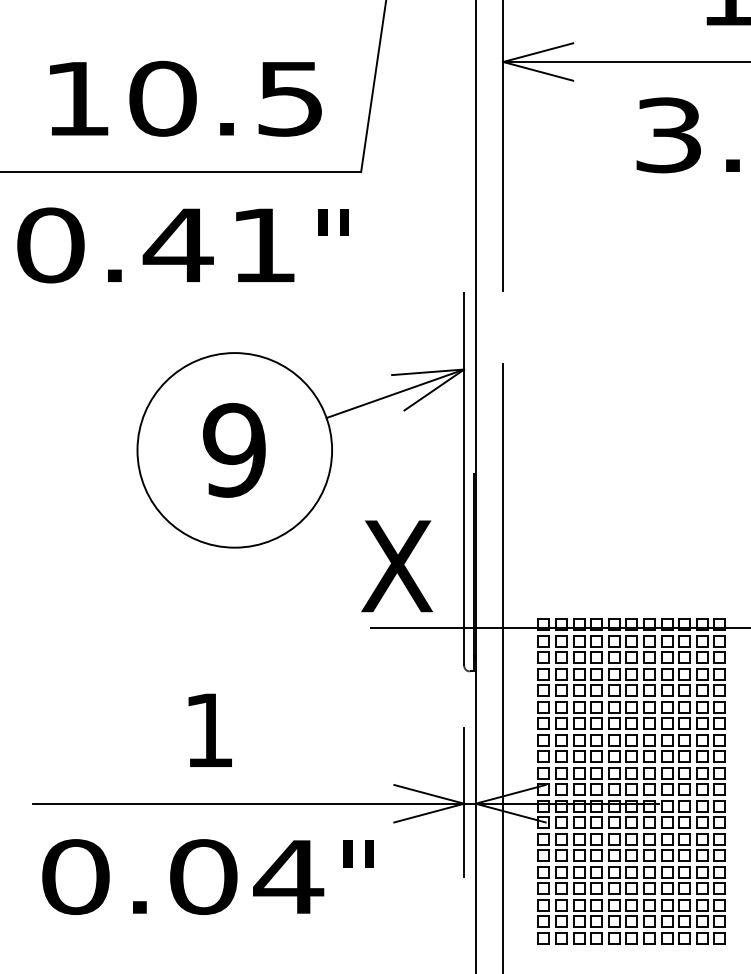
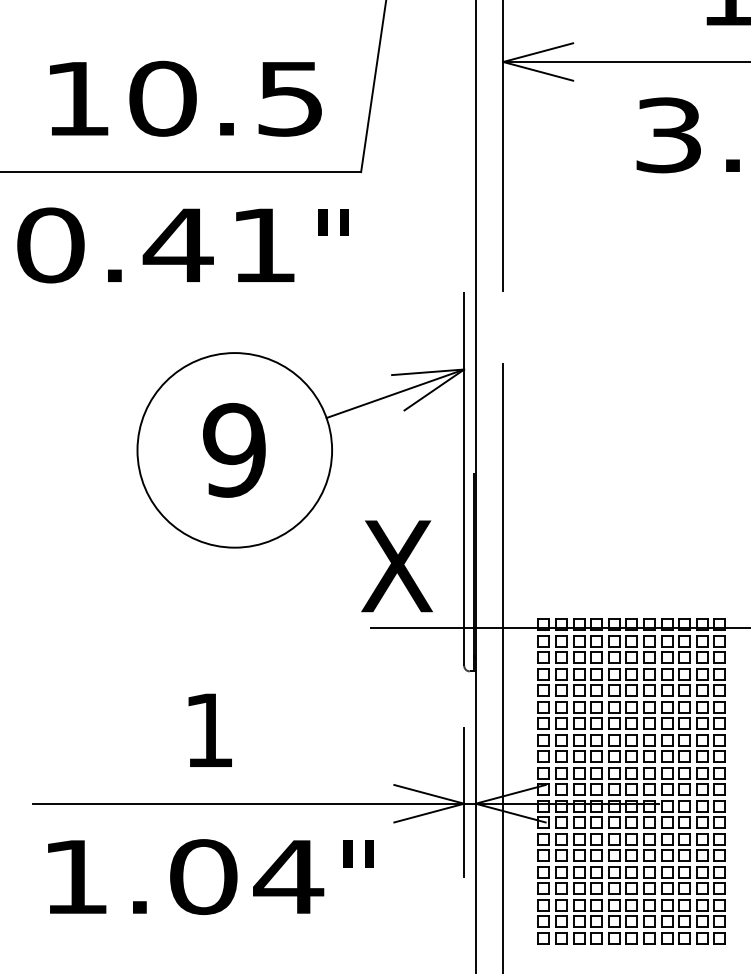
text at (75, 877): 0.04 -> 1.04
